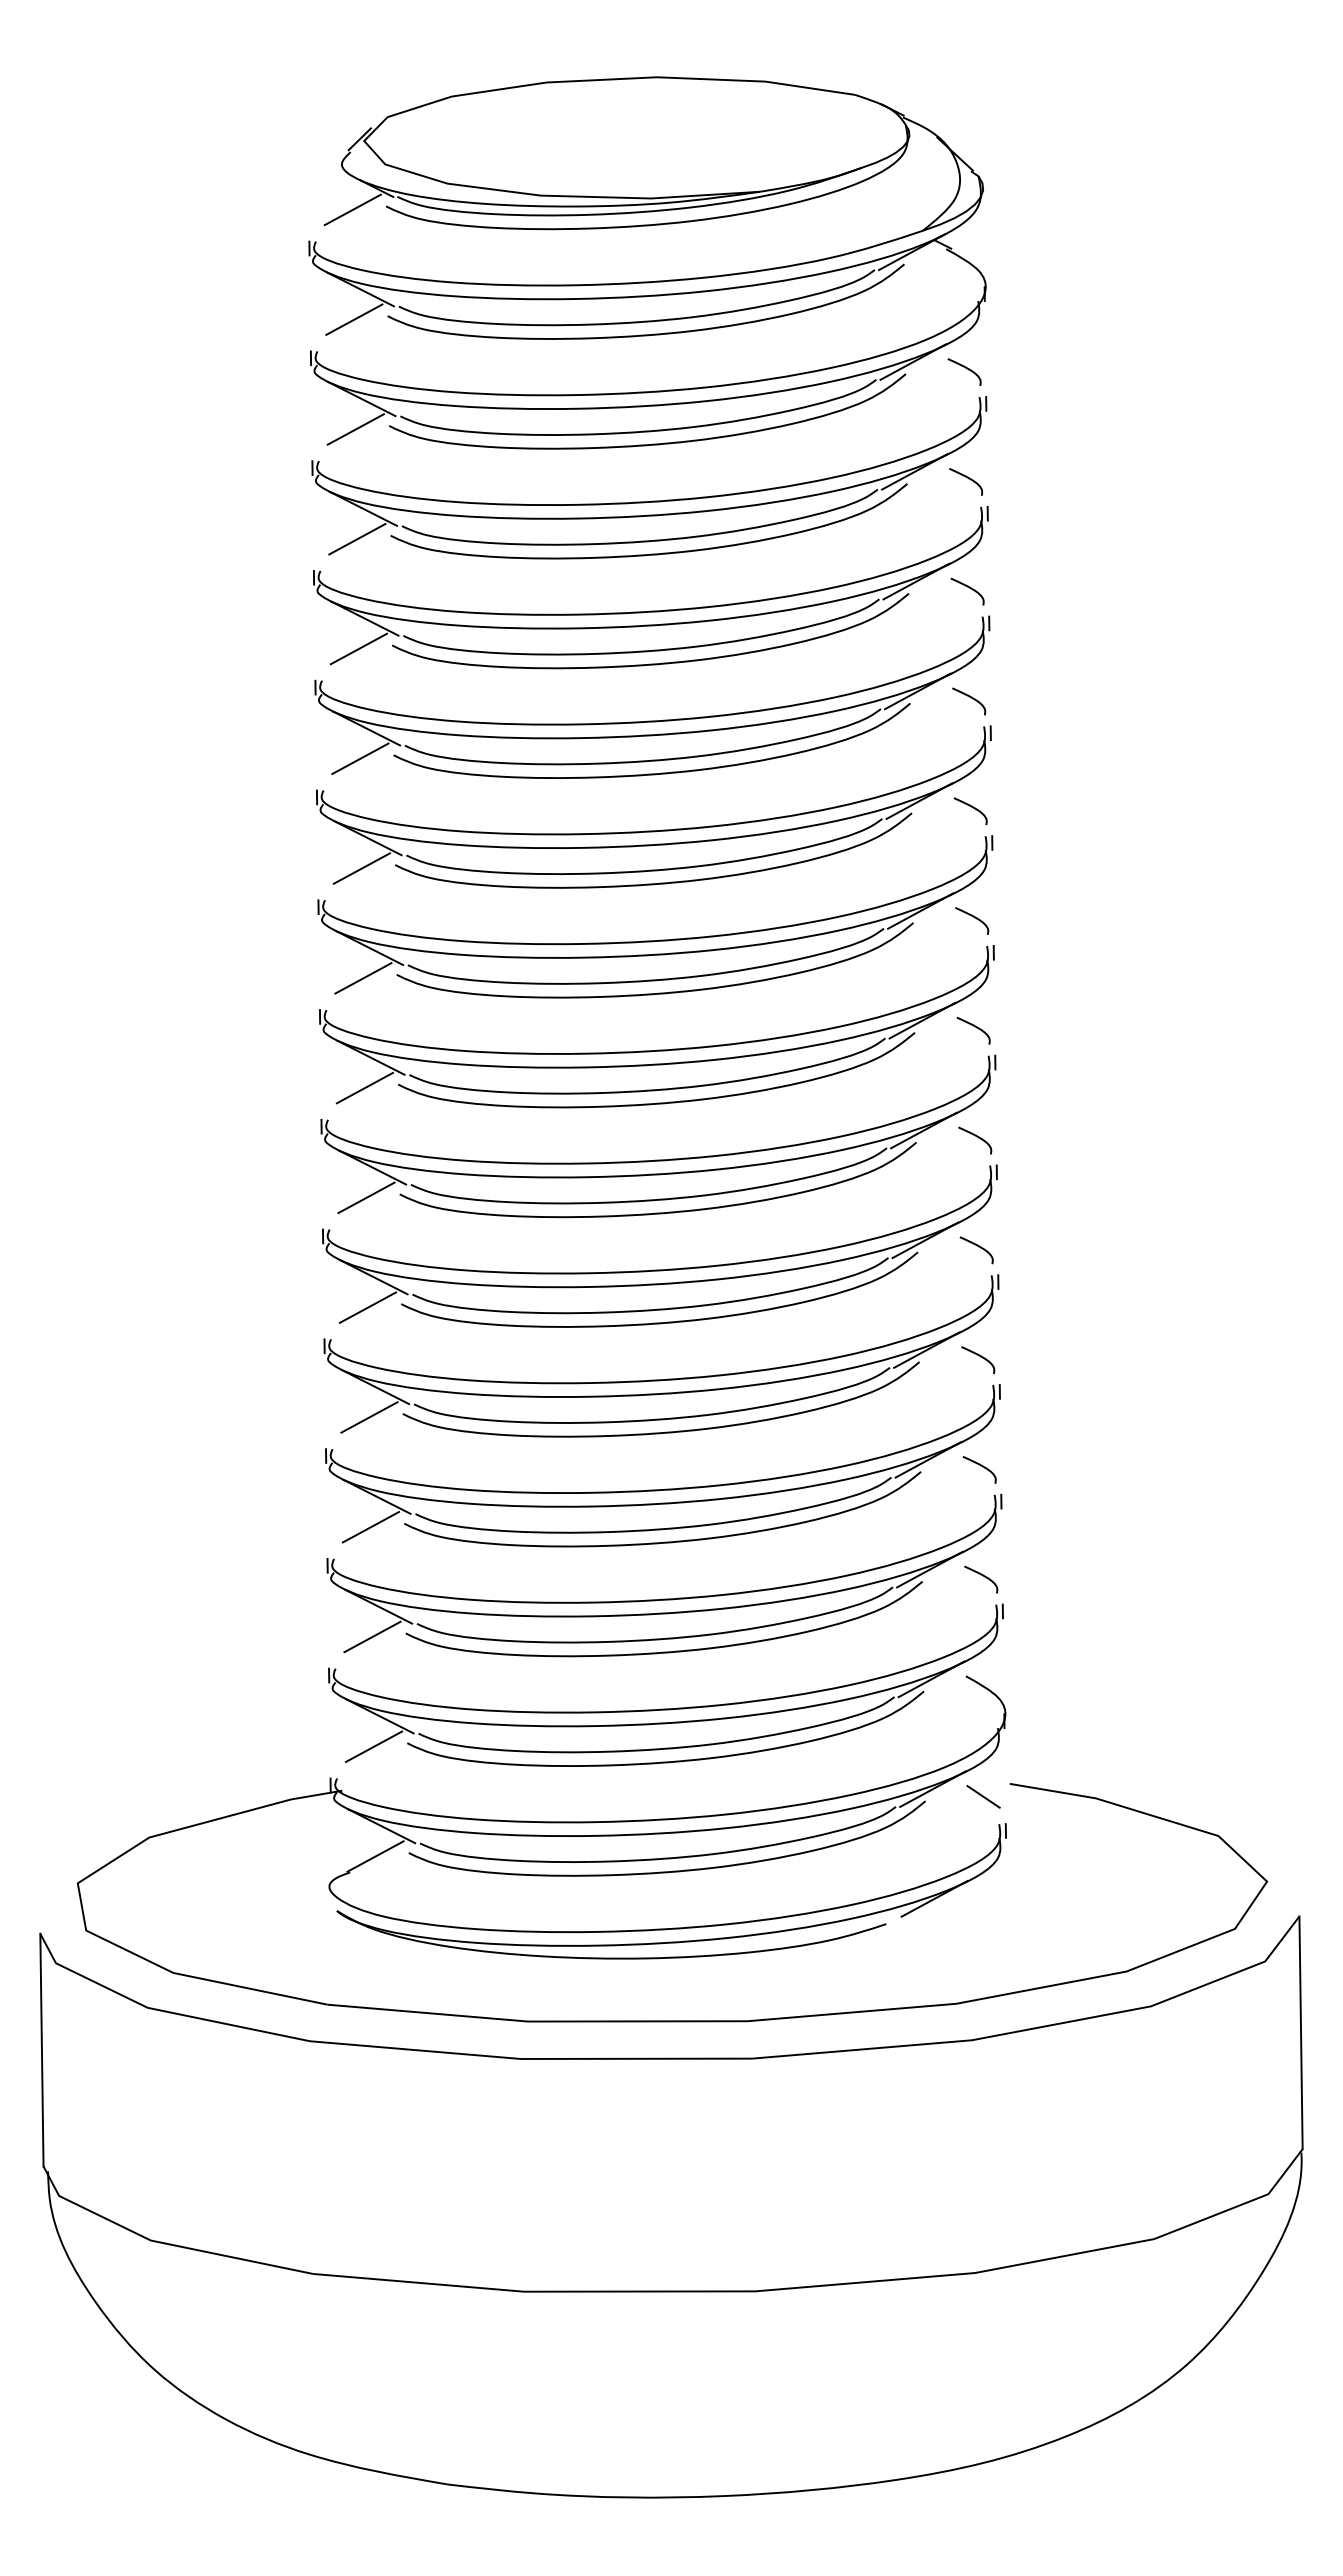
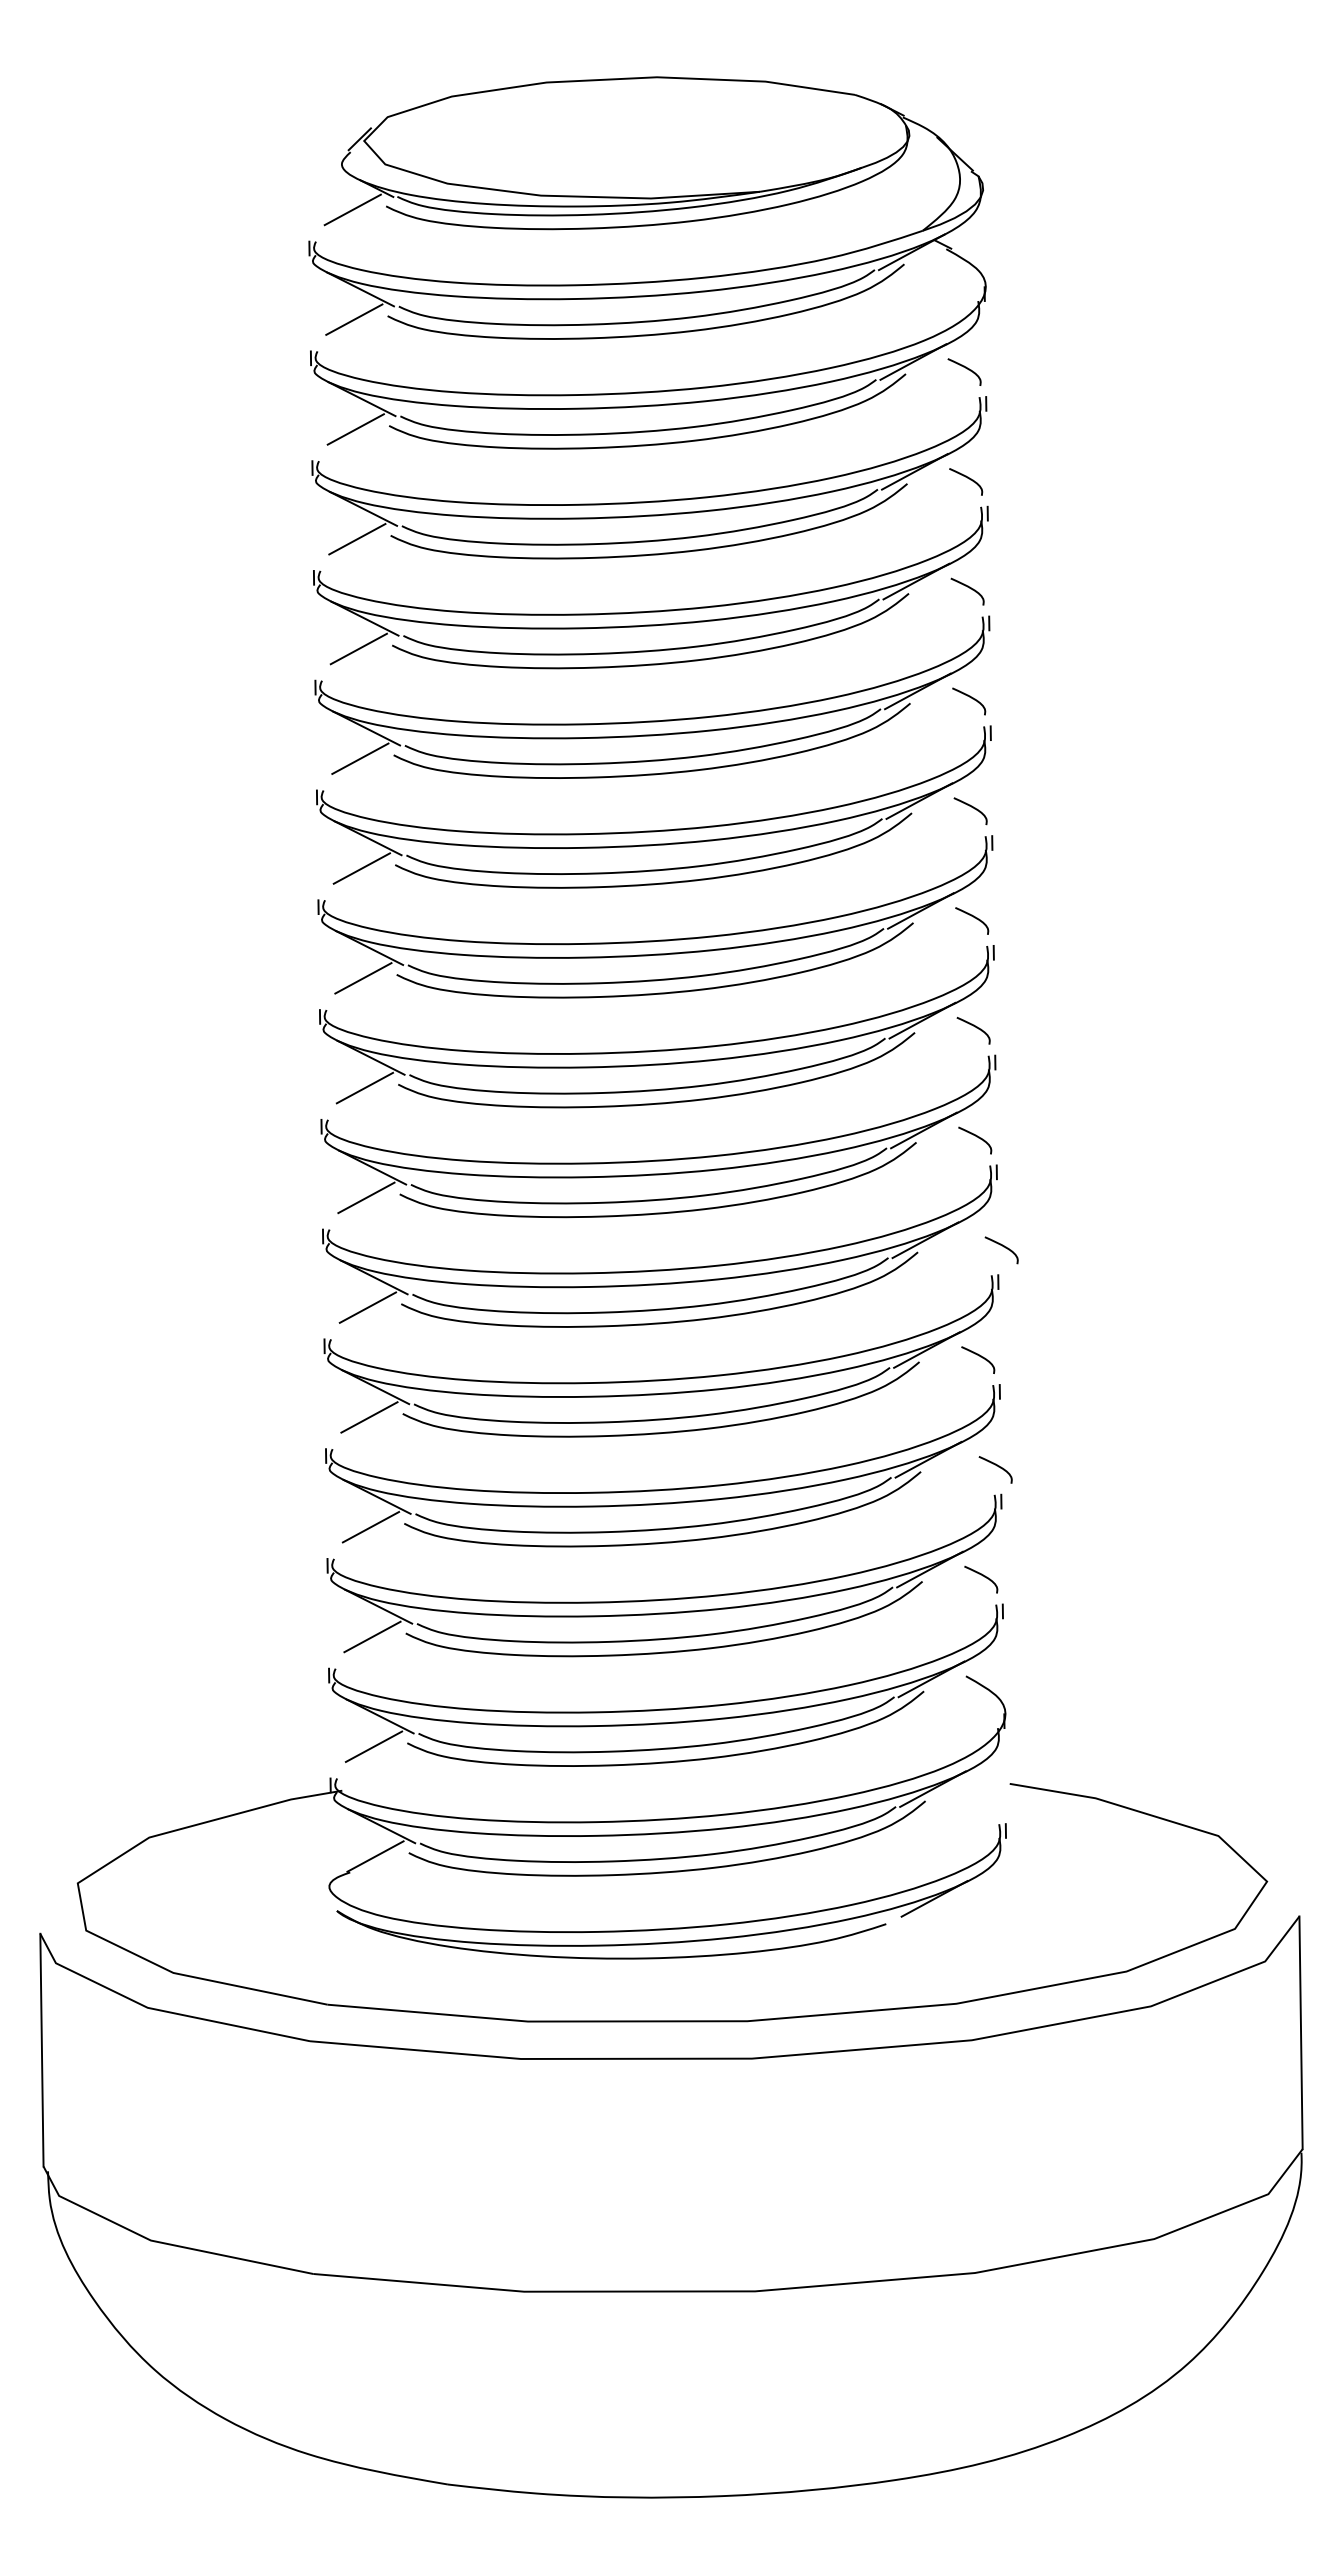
curve at (978, 1247) position: (978, 1247) -> (1003, 1247)
curve at (980, 1466) position: (980, 1466) -> (996, 1466)
line at (983, 1796): present -> none
